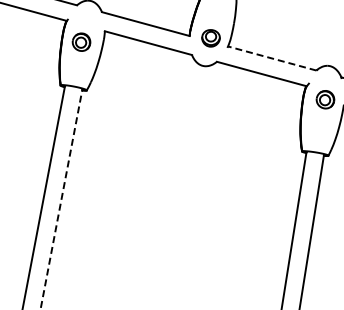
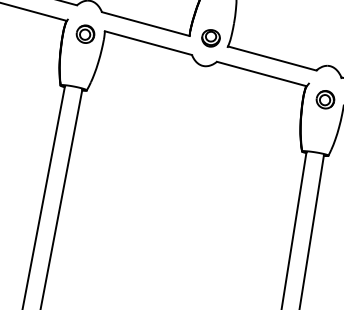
part at (81, 41) position: (81, 41) -> (85, 33)
line at (272, 58): dashed -> solid
line at (61, 199): dashed -> solid
